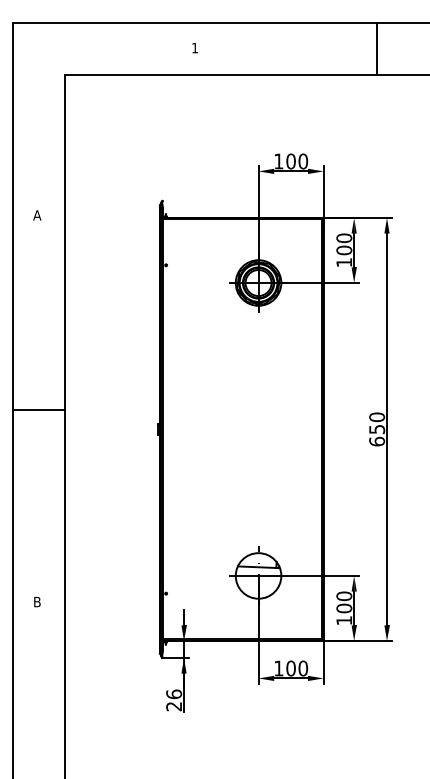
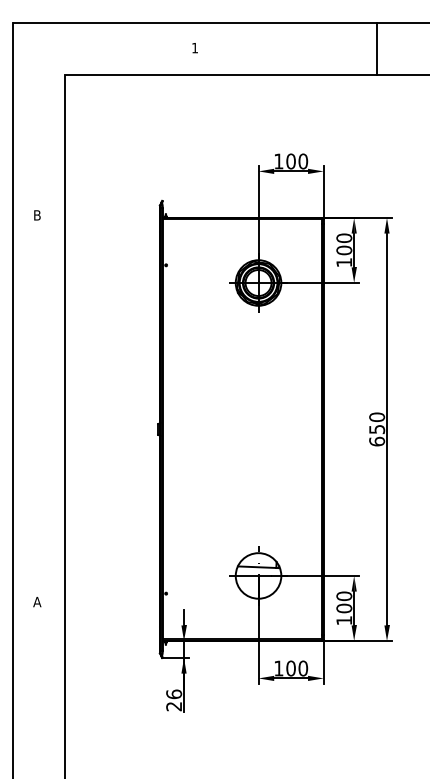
text at (37, 215): A -> B
line at (38, 410): present -> none
text at (37, 601): B -> A
